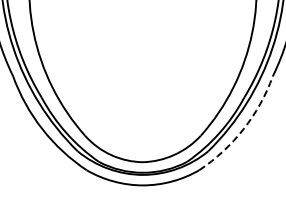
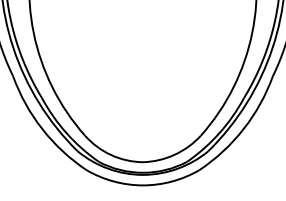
arc at (243, 129): dashed -> solid
